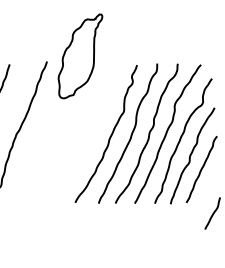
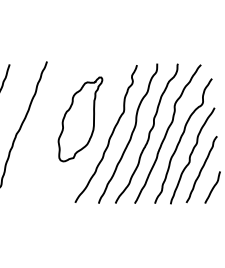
part at (80, 56) position: (80, 56) -> (80, 119)
curve at (212, 213) position: (212, 213) -> (212, 187)
